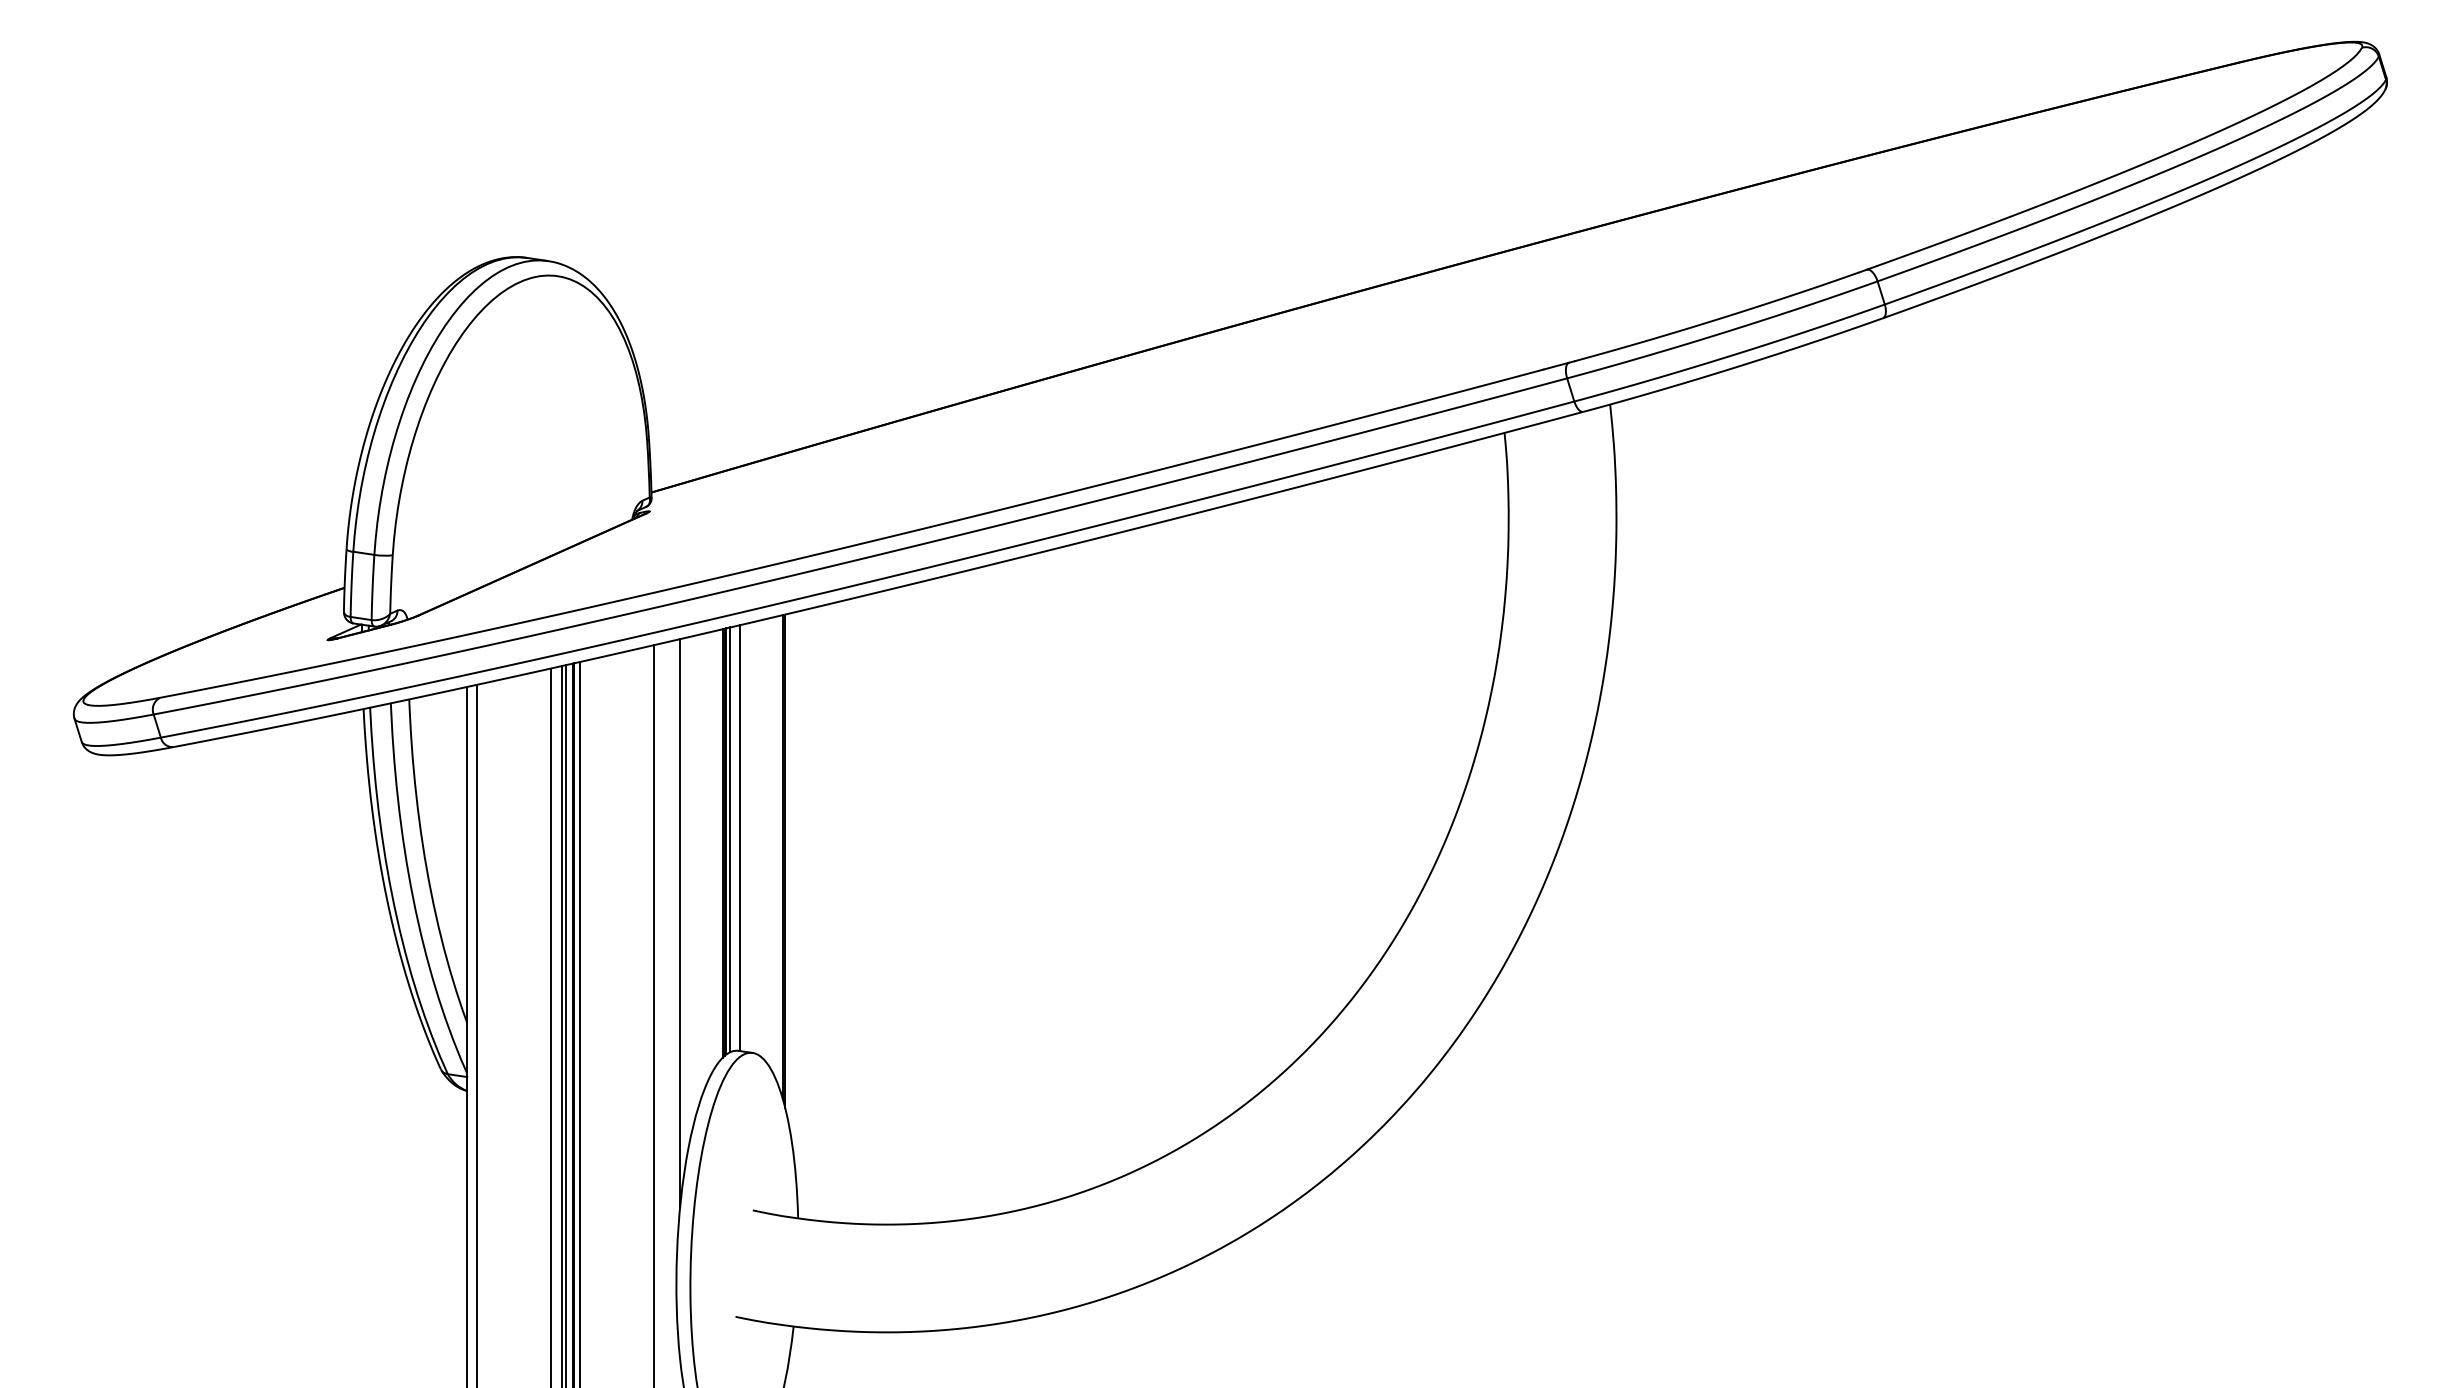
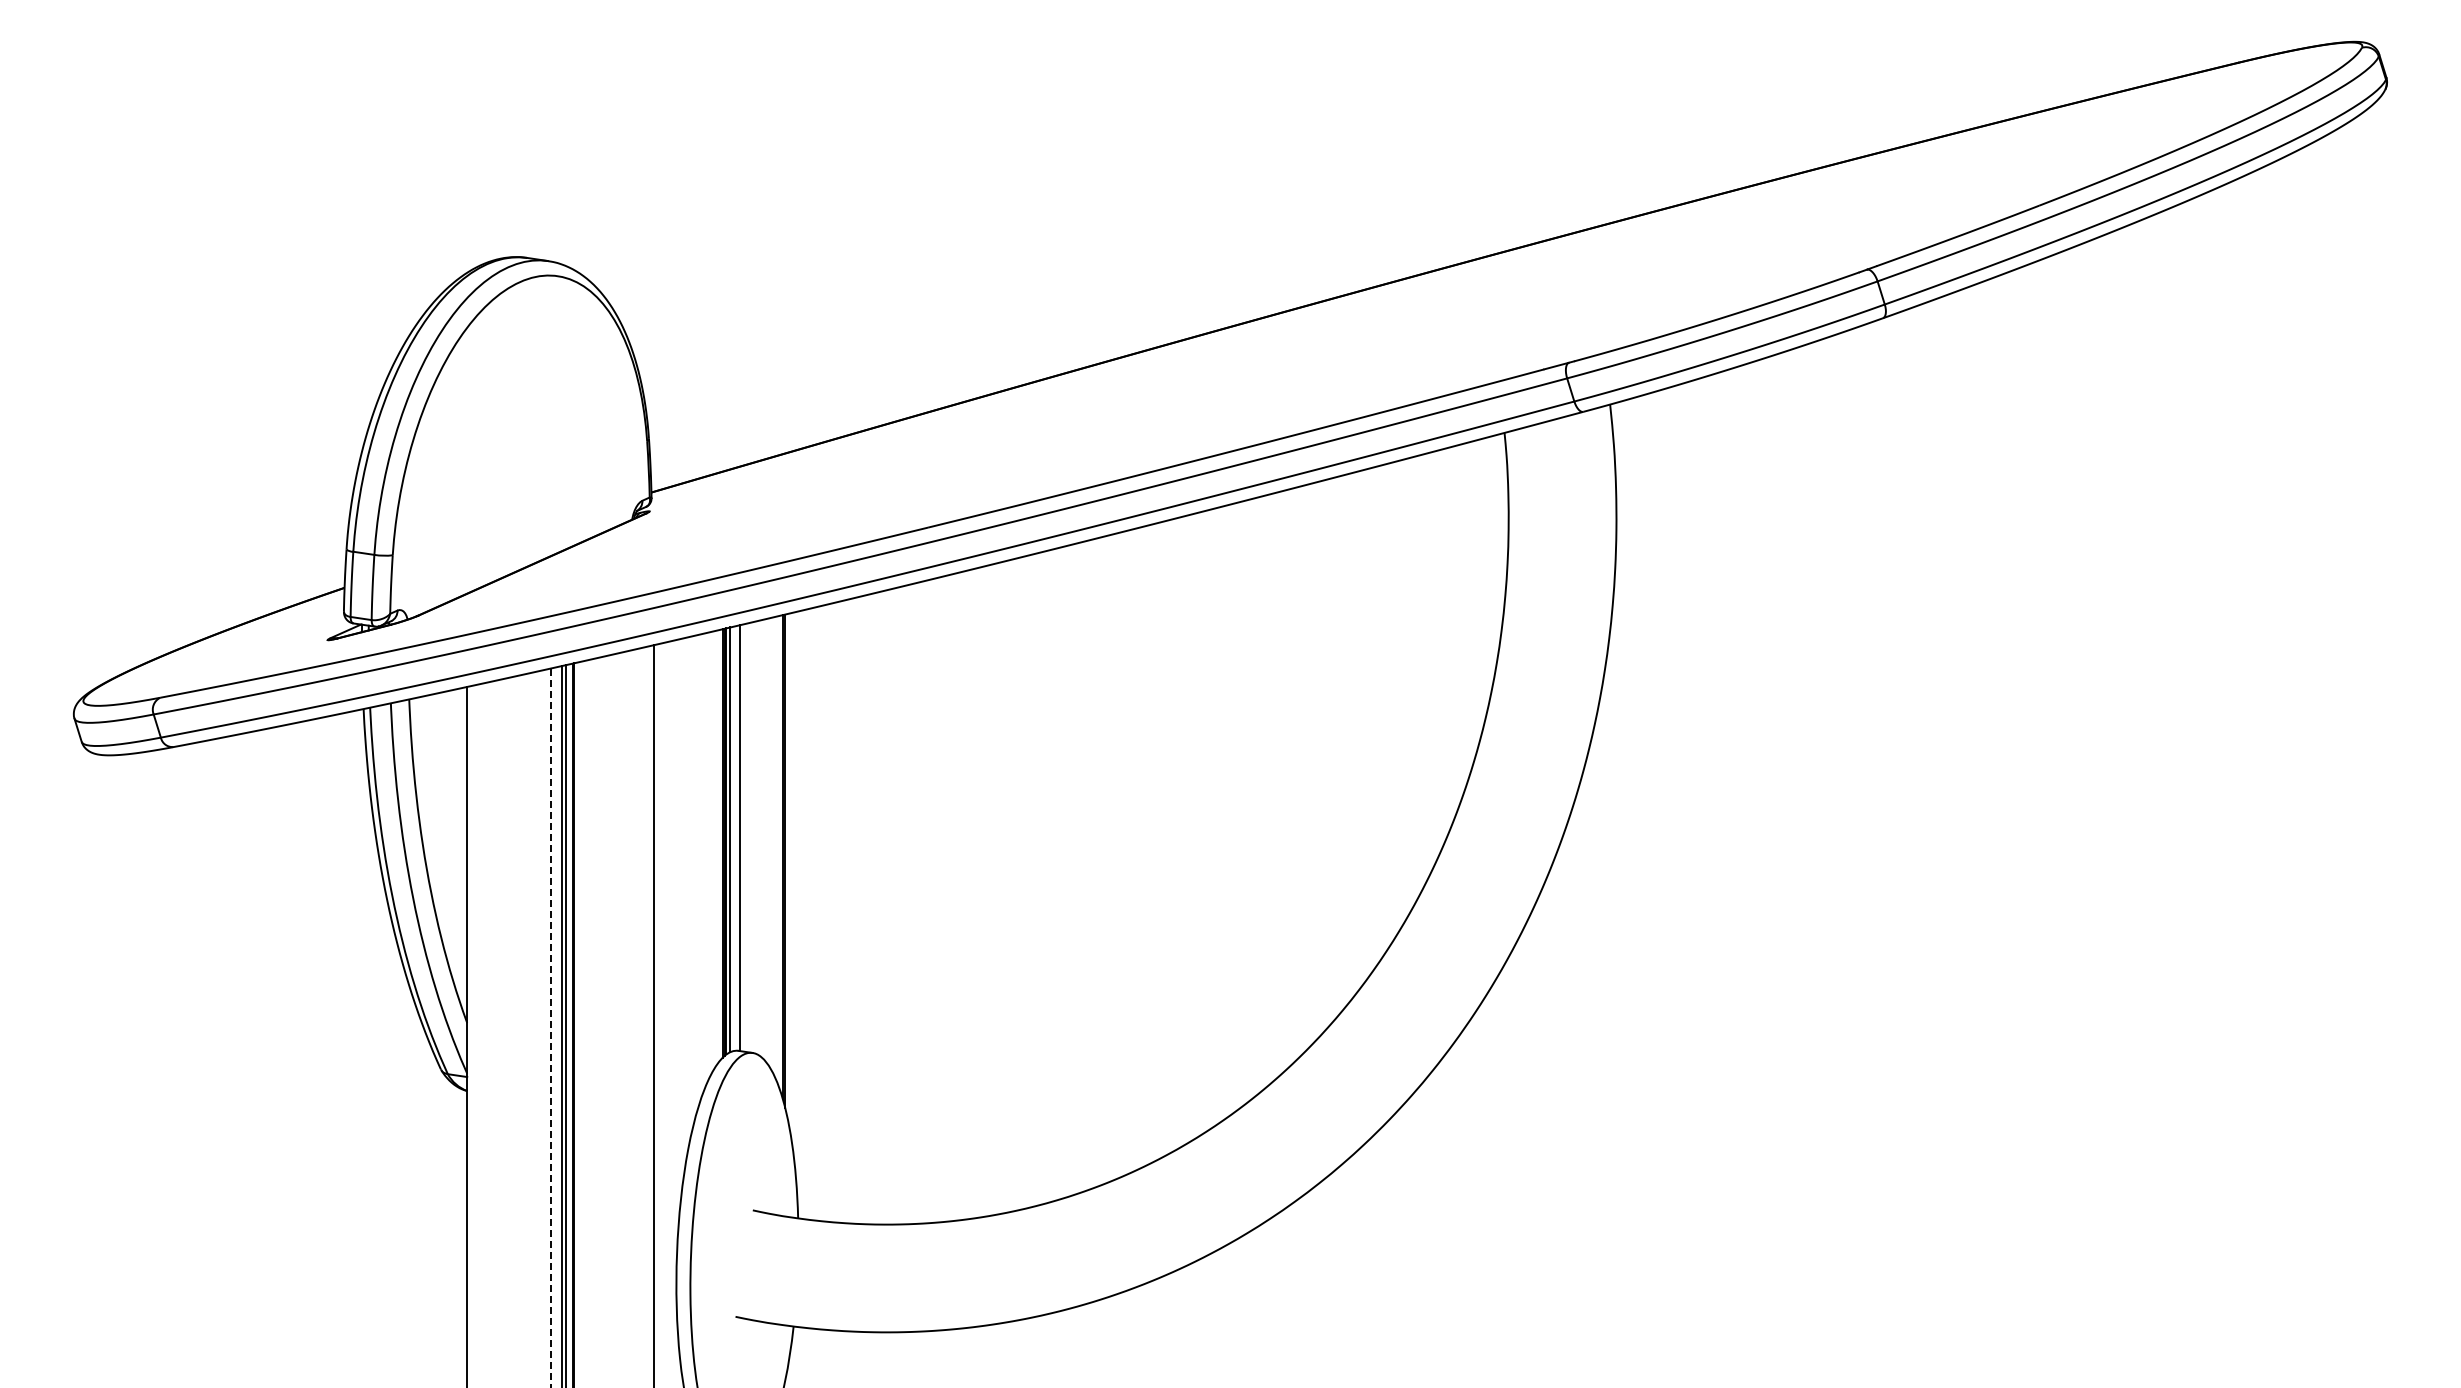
line at (680, 922): present -> none
line at (580, 1022): present -> none
line at (550, 1028): solid -> dashed
line at (476, 1034): present -> none
